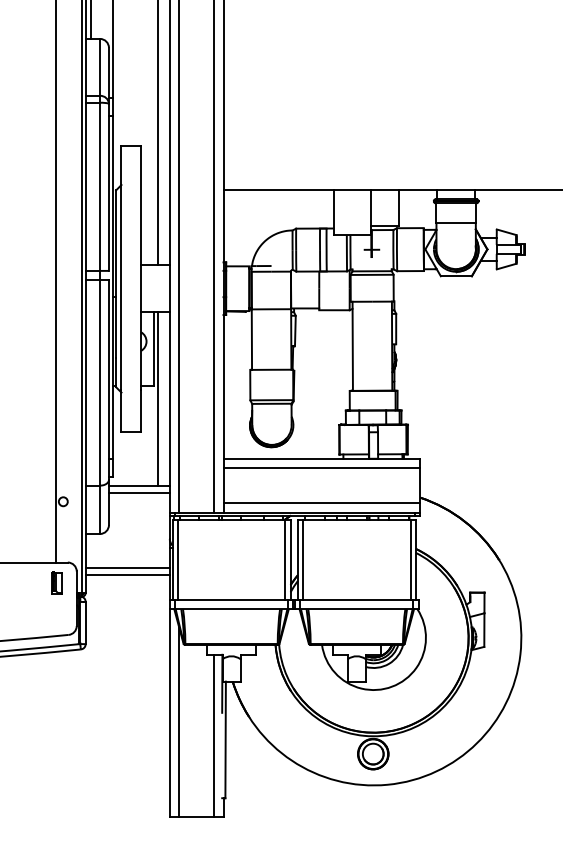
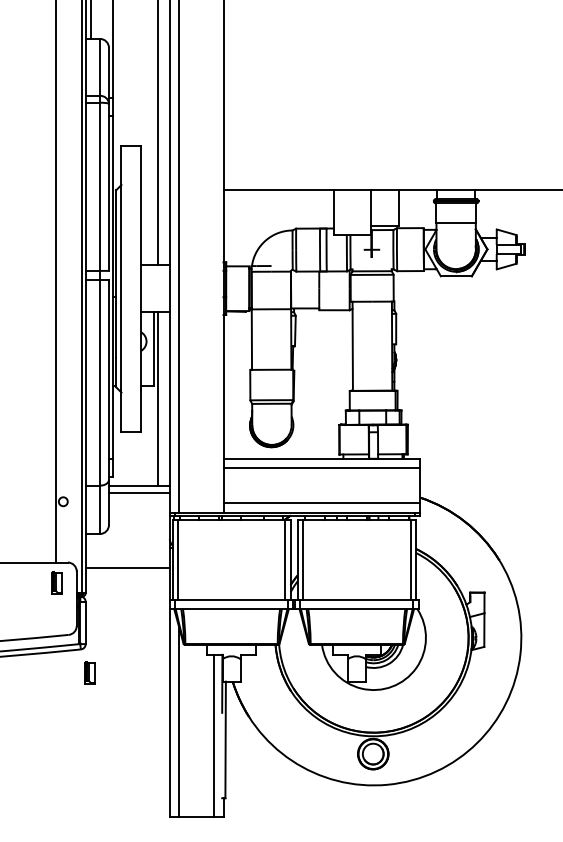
line at (214, 257): present -> none
line at (127, 575): present -> none
part at (89, 672): none -> present
